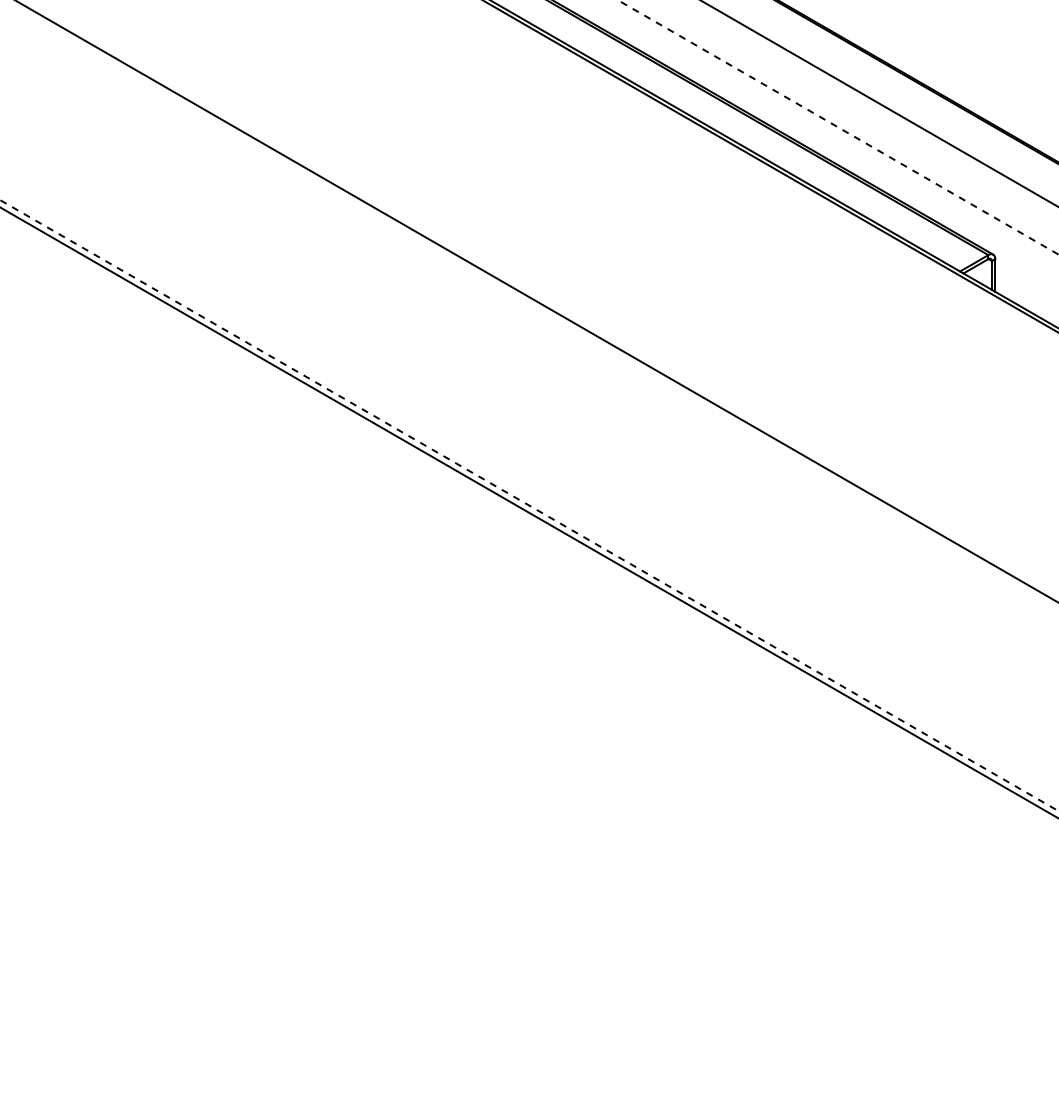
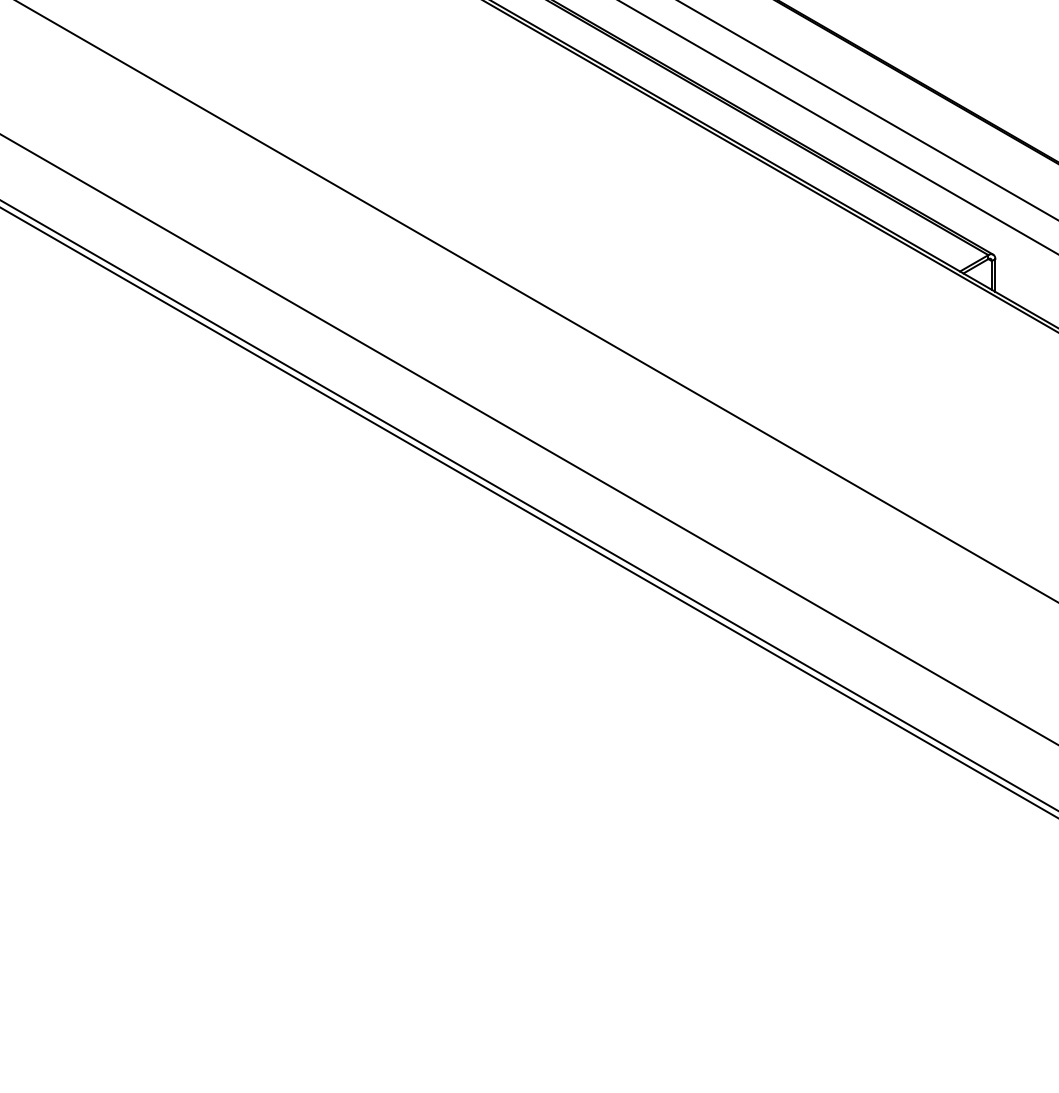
line at (879, 103) position: (879, 103) -> (867, 110)
line at (837, 127): dashed -> solid
line at (528, 439): none -> present
line at (529, 505): dashed -> solid
